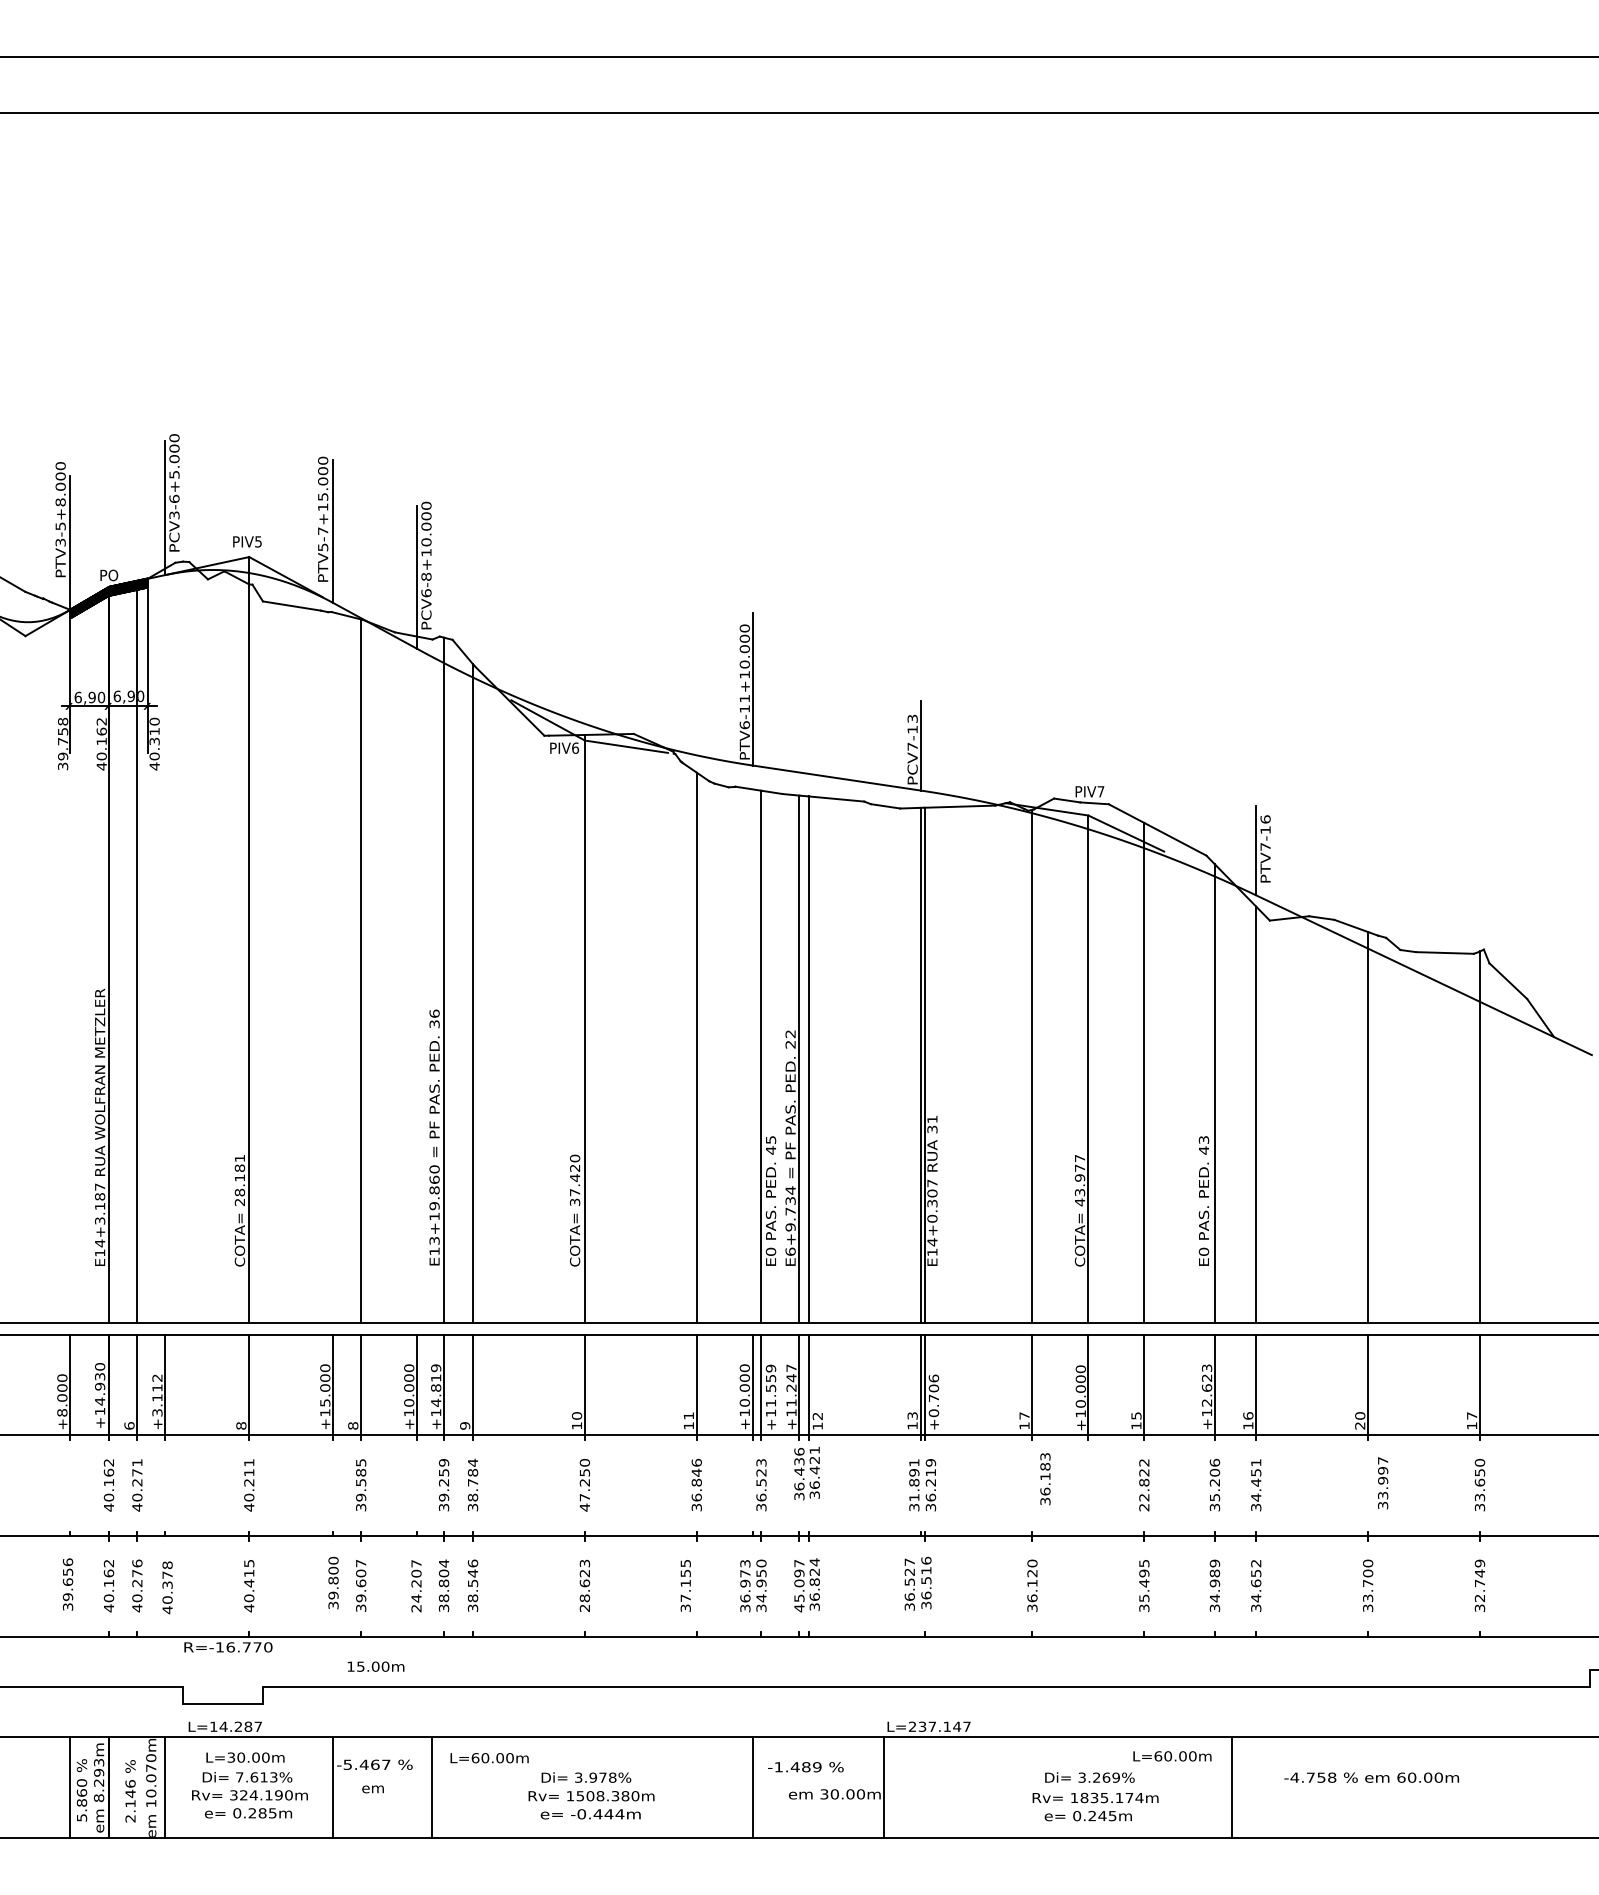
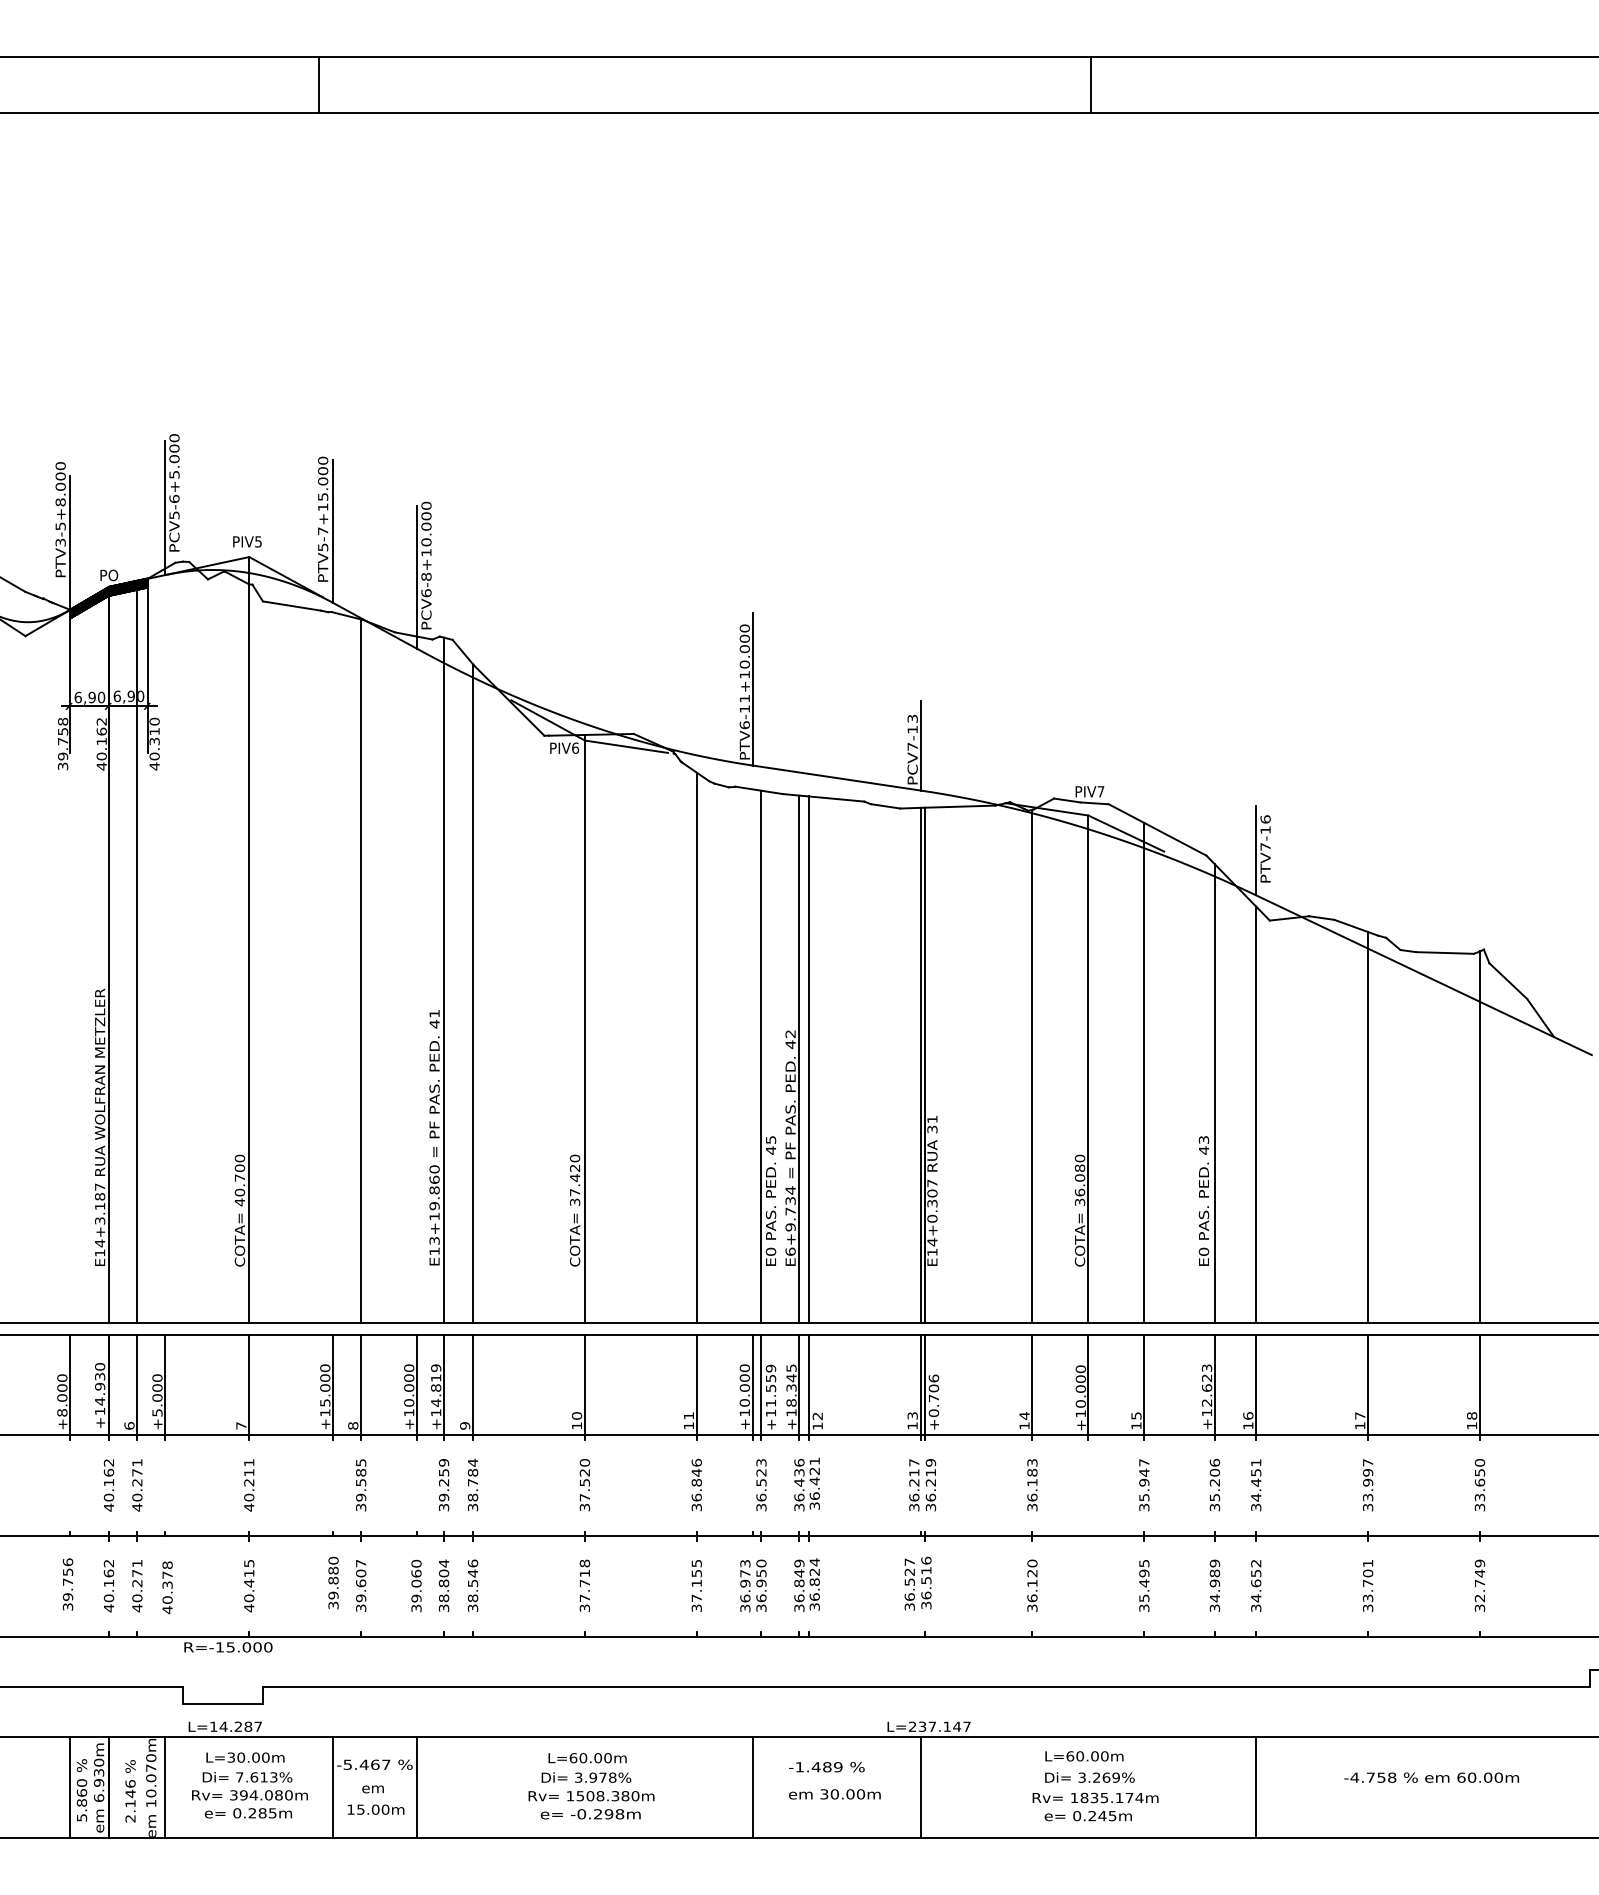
line at (319, 84): none -> present
line at (1091, 84): none -> present
text at (173, 514): PCV3-6+5.000 -> PCV5-6+5.000
text at (434, 1018): 36 -> 41
text at (790, 1044): 22 -> 42
text at (239, 1180): 28.181 -> 40.700
text at (1079, 1180): 43.977 -> 36.080
text at (791, 1385): +11.247 -> +18.345
text at (157, 1395): +3.112 -> +5.000
text at (1024, 1415): 17 -> 14
text at (1472, 1415): 17 -> 18
text at (1360, 1420): 20 -> 17
text at (241, 1425): 8 -> 7
text at (806, 1473) position: (806, 1473) -> (806, 1484)
text at (1045, 1479) position: (1045, 1479) -> (1032, 1485)
text at (914, 1480): 31.891 -> 36.217
text at (1383, 1483) position: (1383, 1483) -> (1368, 1485)
text at (1144, 1485): 22.822 -> 35.947
text at (584, 1490): 47.250 -> 37.520
text at (137, 1563): 40.276 -> 40.271
text at (1368, 1563): 33.700 -> 33.701
text at (333, 1570): 39.800 -> 39.880
text at (67, 1581): 39.656 -> 39.756
text at (416, 1585): 24.207 -> 39.060
text at (584, 1585): 28.623 -> 37.718
text at (685, 1585) position: (685, 1585) -> (696, 1585)
text at (799, 1585): 45.097 -> 36.849
text at (761, 1598): 34.950 -> 36.950
text at (243, 1647): R=-16.770 -> R=-15.000
text at (375, 1666) position: (375, 1666) -> (375, 1809)
text at (1172, 1756) position: (1172, 1756) -> (1084, 1756)
text at (489, 1758) position: (489, 1758) -> (587, 1758)
text at (805, 1767) position: (805, 1767) -> (826, 1767)
text at (1371, 1777) position: (1371, 1777) -> (1431, 1777)
text at (99, 1780): 8.293m -> 6.930m
line at (432, 1787) position: (432, 1787) -> (417, 1787)
line at (883, 1787) position: (883, 1787) -> (920, 1787)
line at (1232, 1787) position: (1232, 1787) -> (1256, 1787)
text at (261, 1795): 324.190m -> 394.080m
text at (608, 1814): -0.444m -> -0.298m
